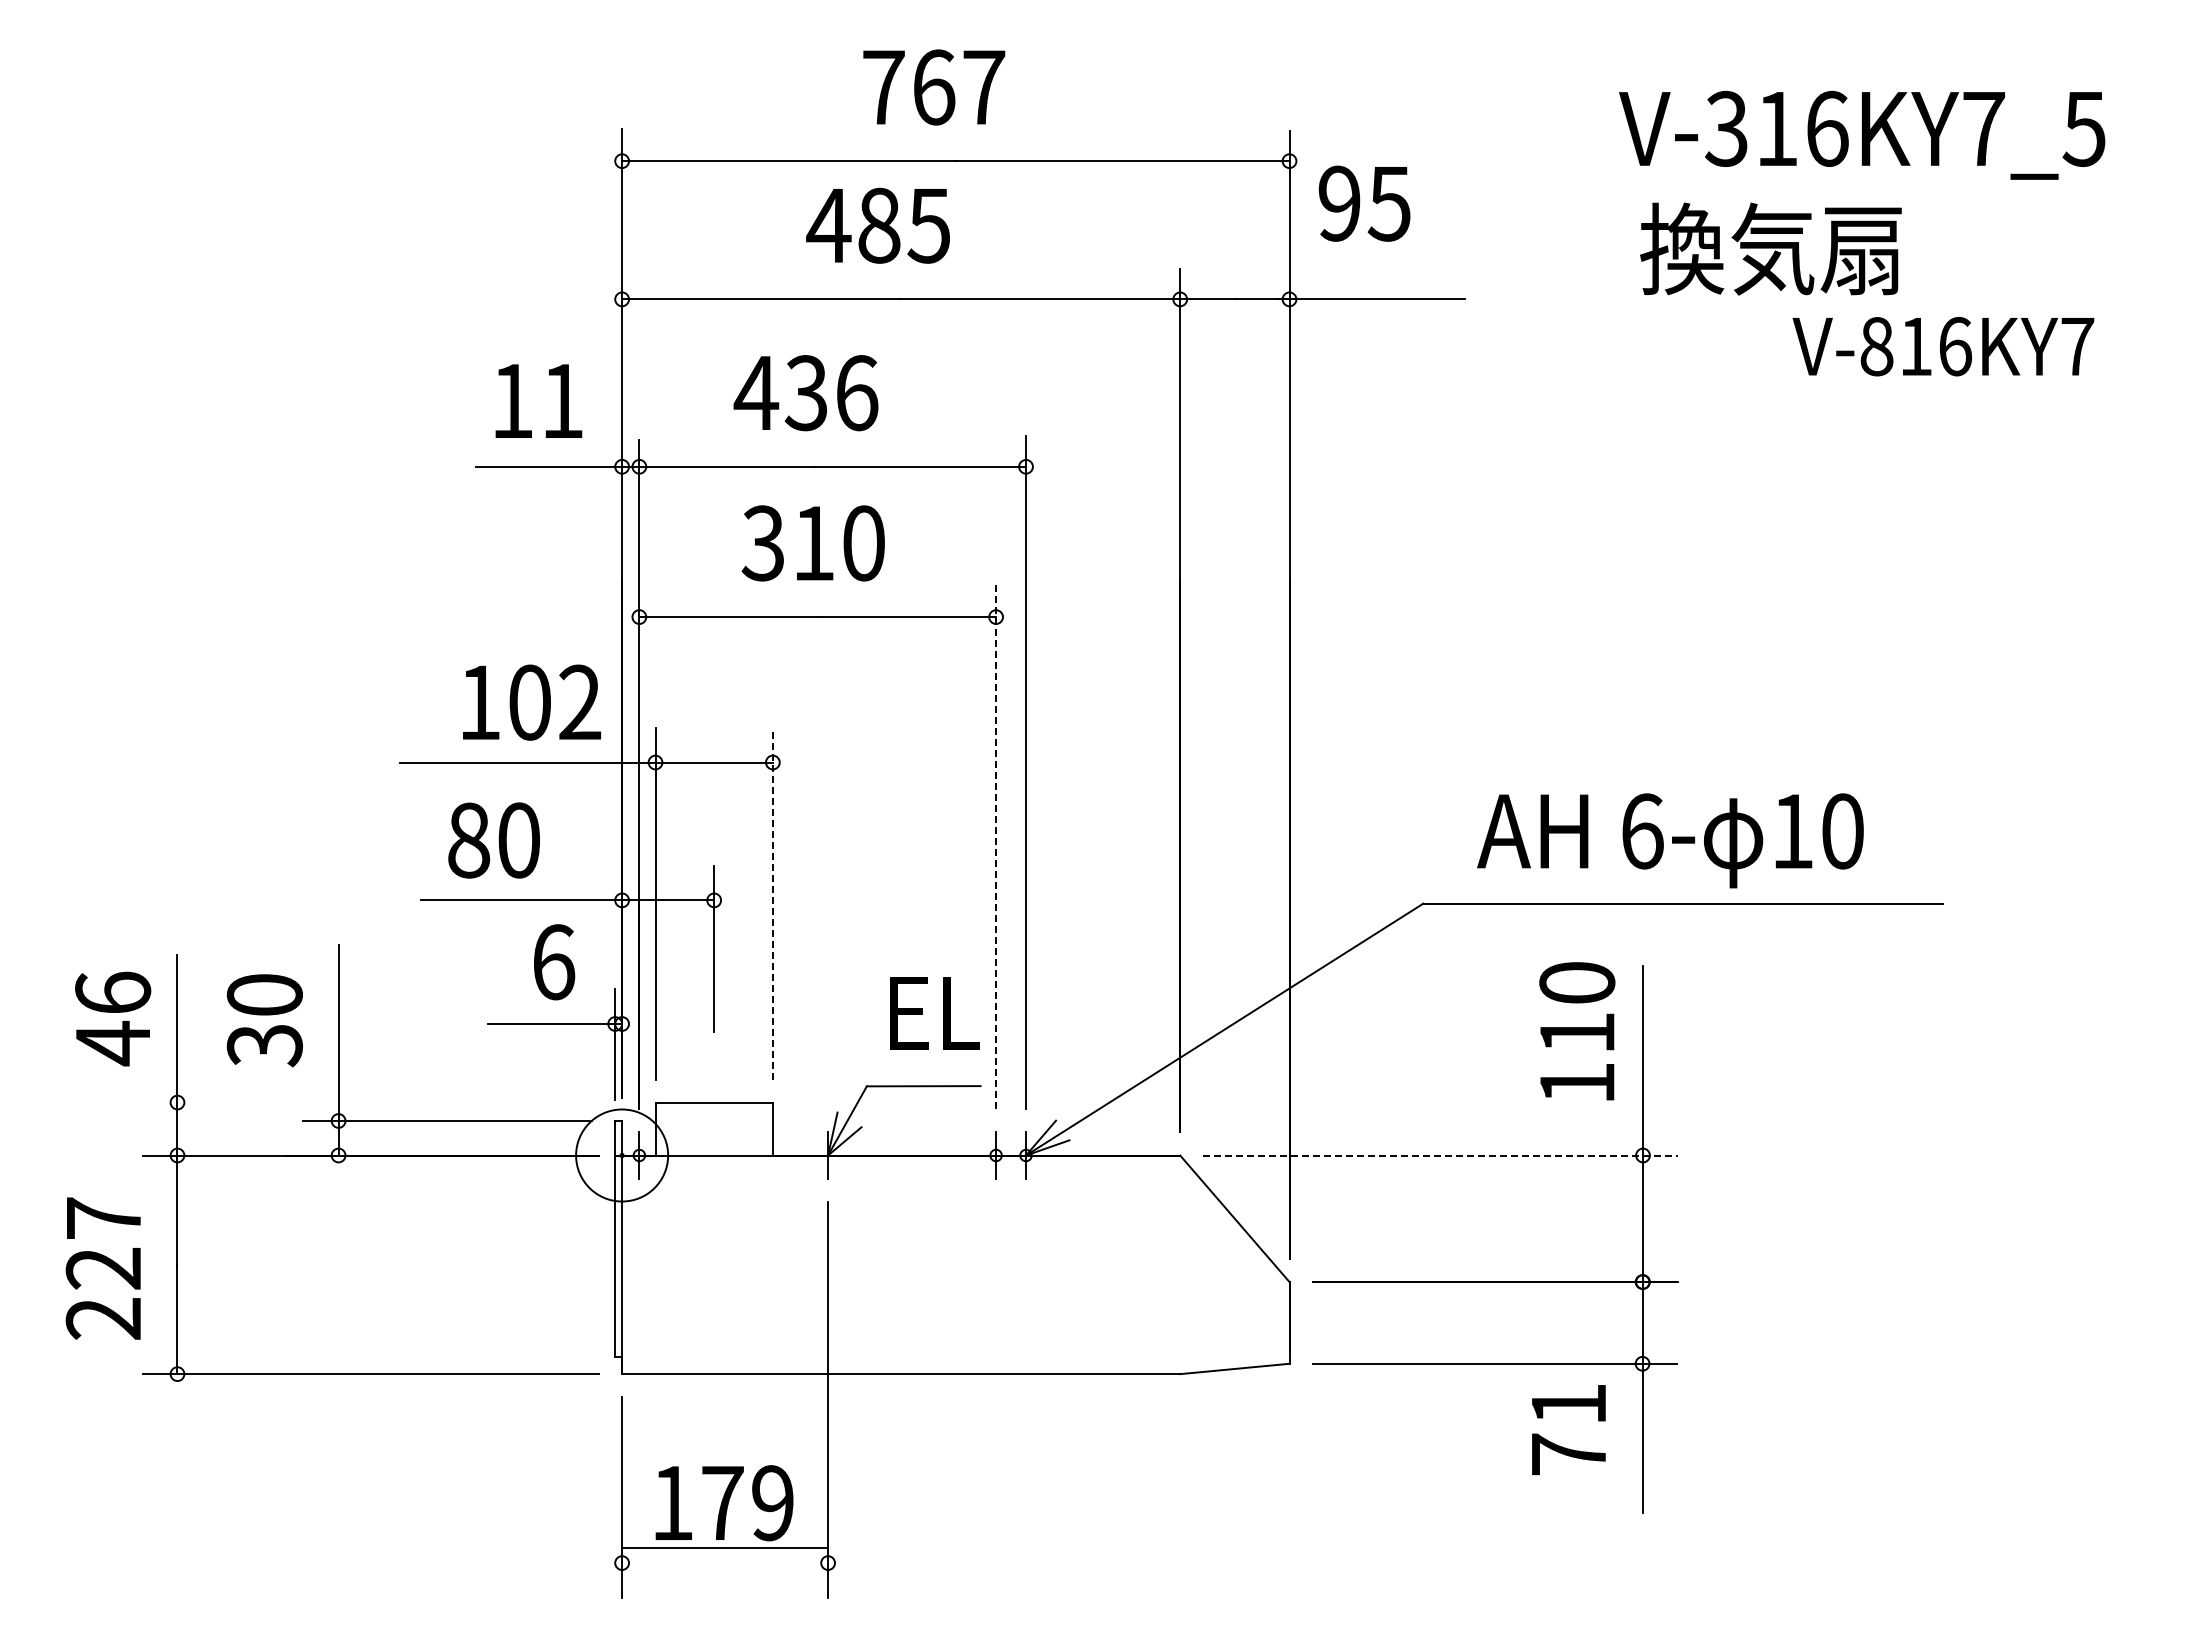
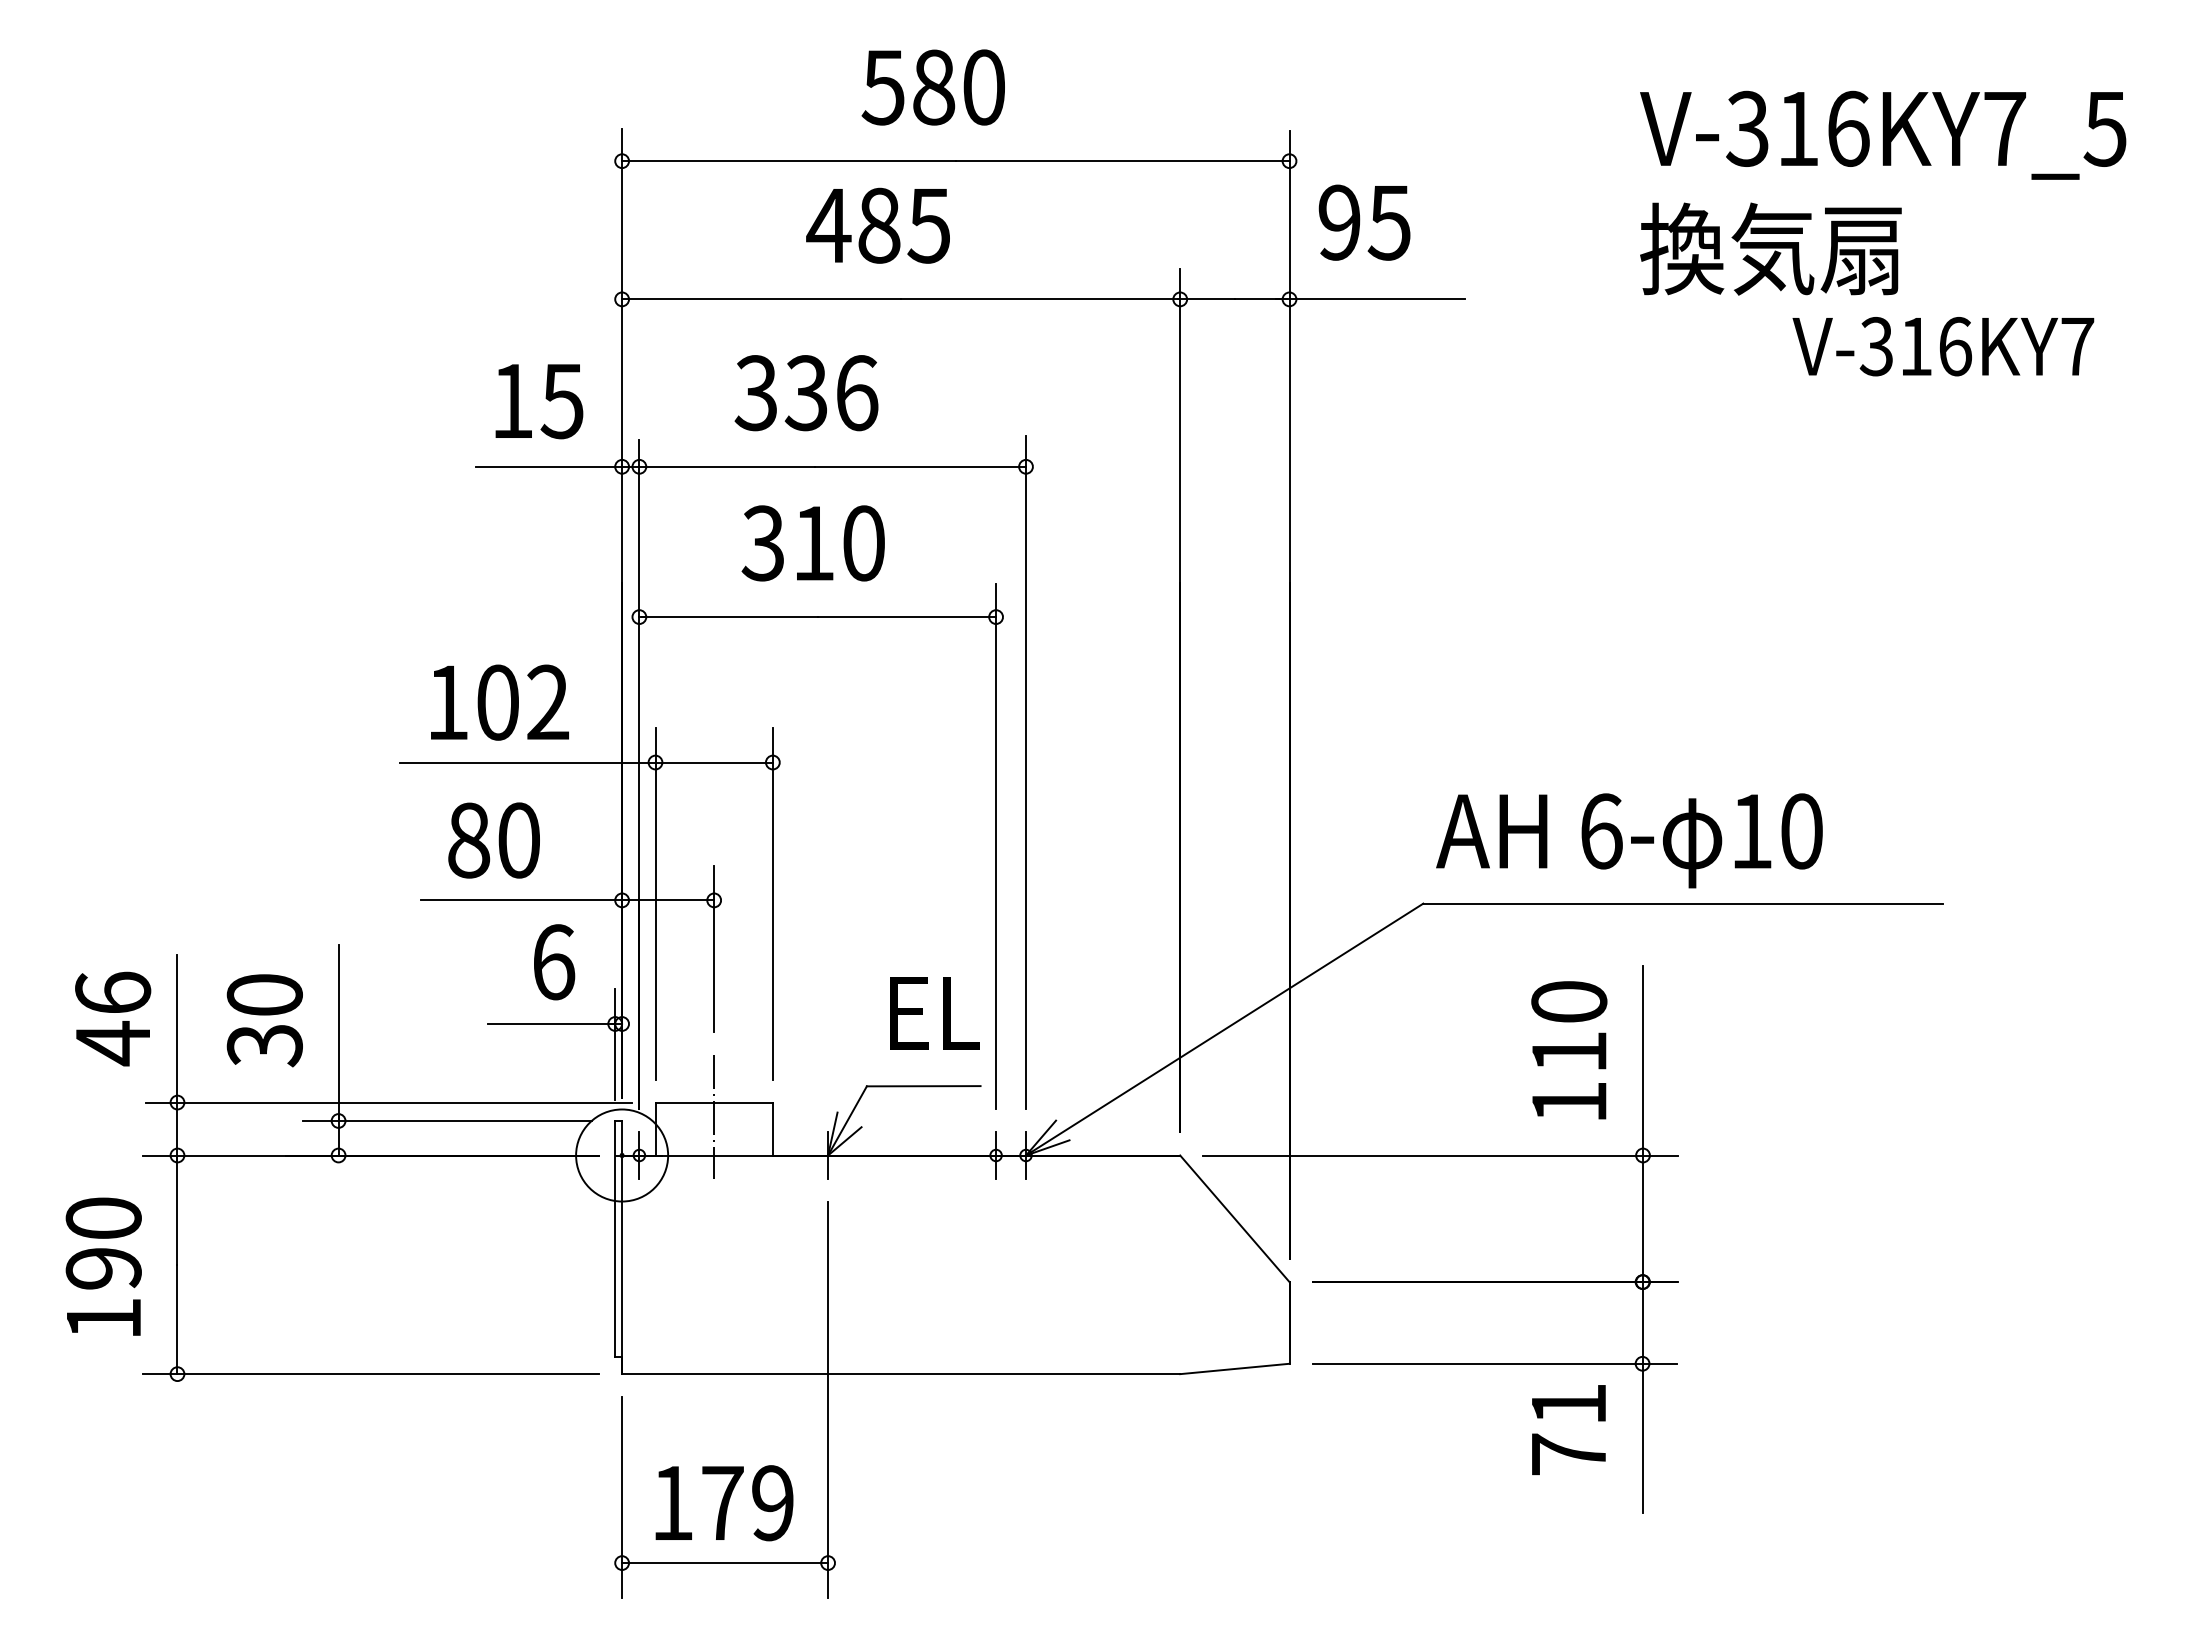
text at (933, 87): 767 -> 580
text at (1862, 134) position: (1862, 134) -> (1883, 134)
text at (1364, 203) position: (1364, 203) -> (1364, 222)
text at (1876, 346): V-816KY7 -> V-316KY7
text at (756, 393): 436 -> 336
text at (561, 401): 11 -> 15
text at (531, 702) position: (531, 702) -> (499, 702)
text at (1670, 840) position: (1670, 840) -> (1629, 840)
line at (996, 846): dashed -> solid
line at (772, 903): dashed -> solid
text at (1577, 1031) position: (1577, 1031) -> (1569, 1050)
line at (388, 1102): none -> present
line at (714, 1116): none -> present
line at (1440, 1155): dashed -> solid
text at (103, 1268): 227 -> 190
line at (725, 1548) position: (725, 1548) -> (725, 1563)
